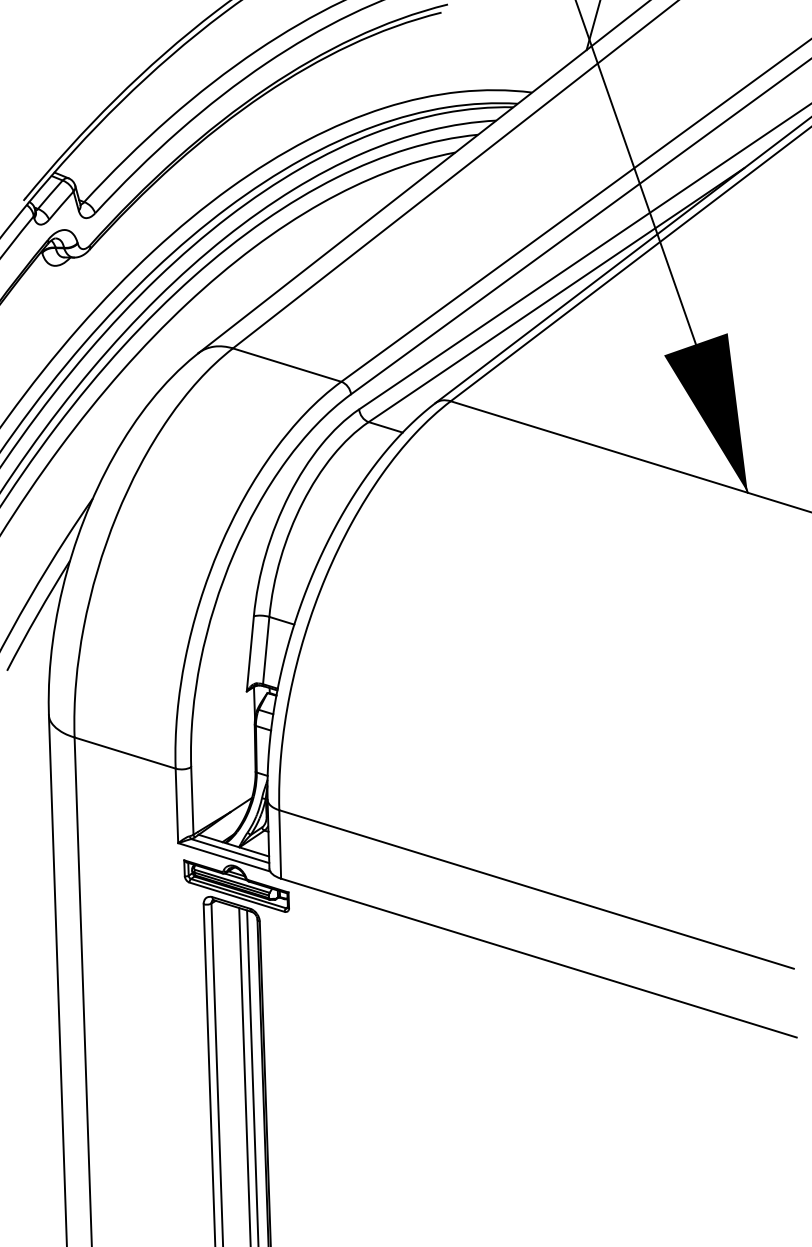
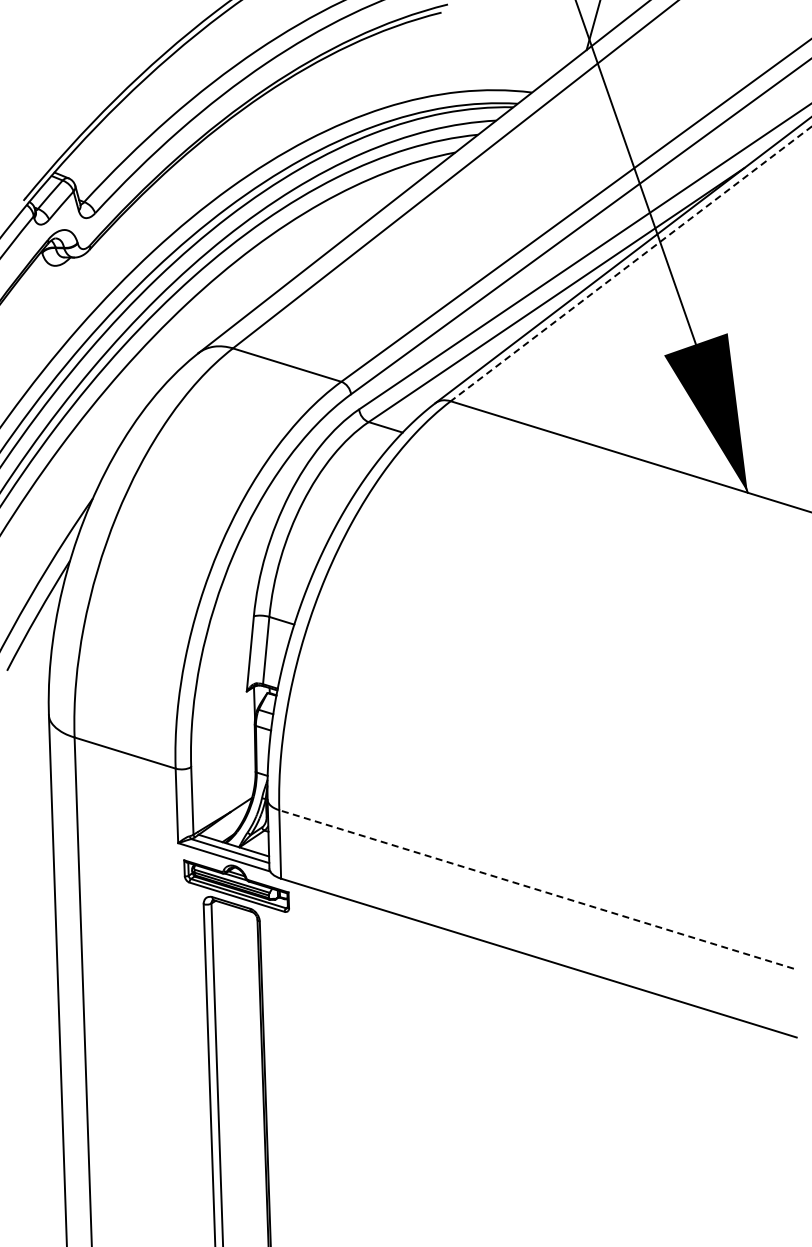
line at (631, 264): solid -> dashed
line at (536, 889): solid -> dashed
line at (244, 1075): present -> none
line at (252, 1076): present -> none
